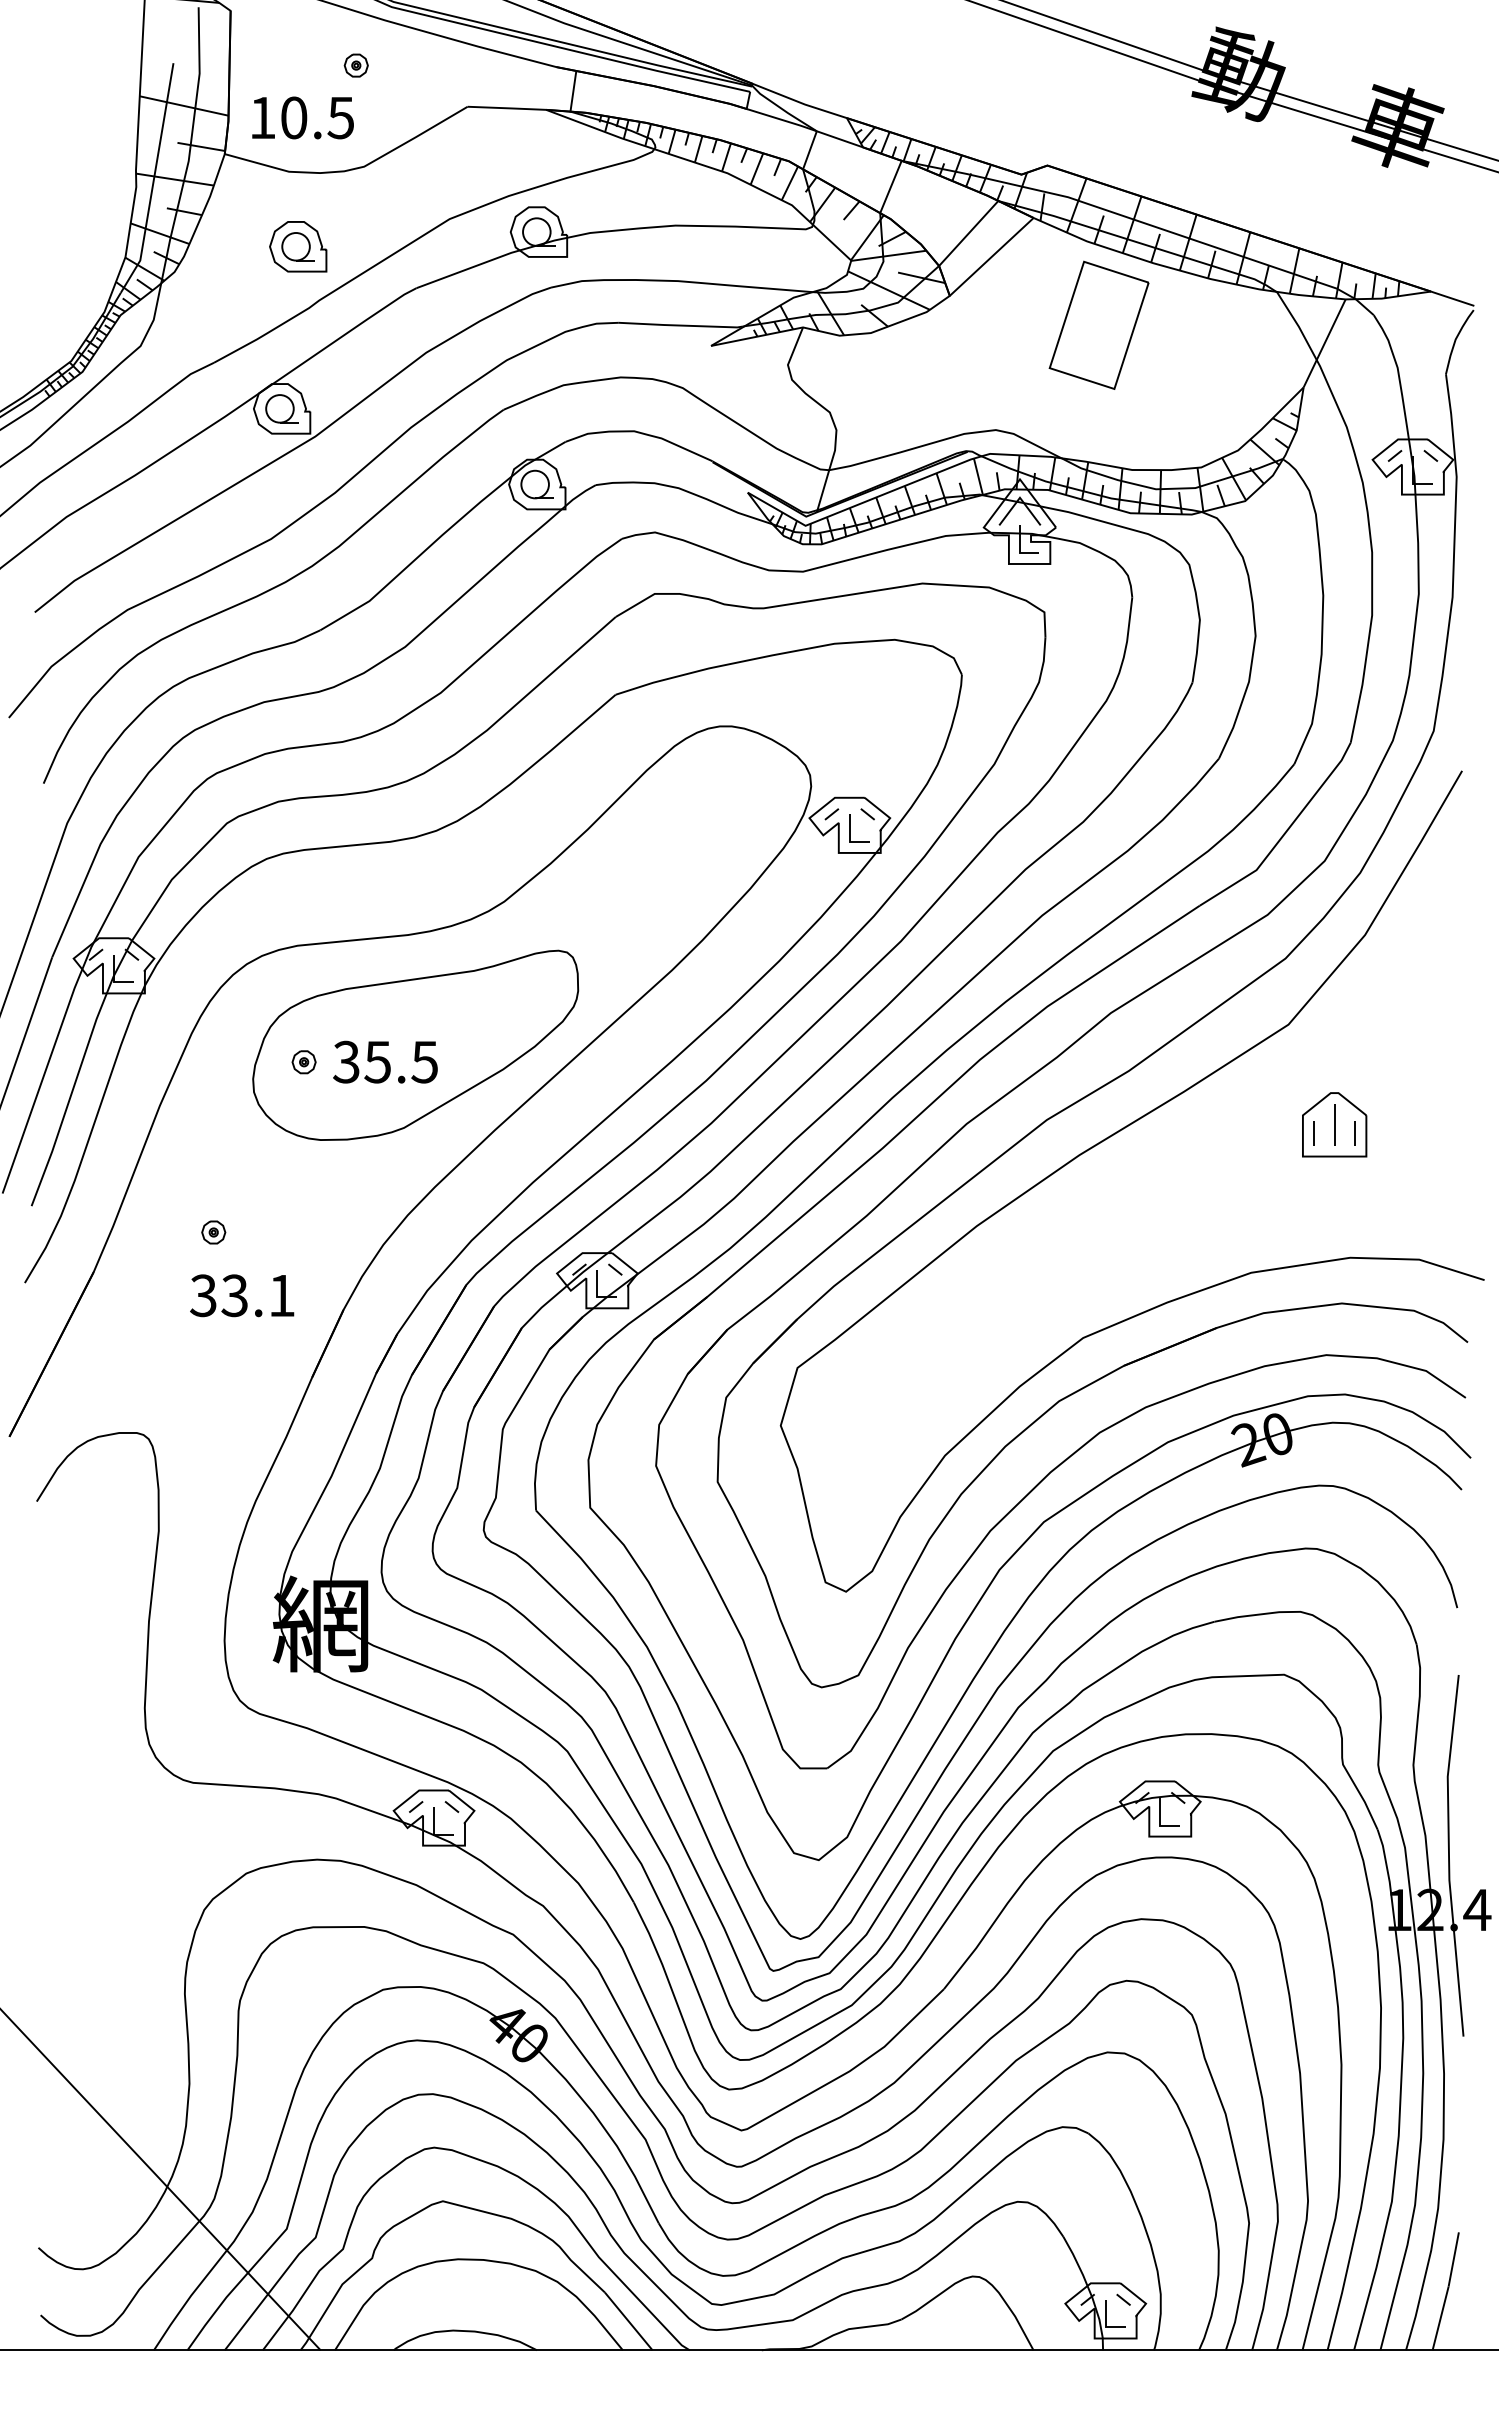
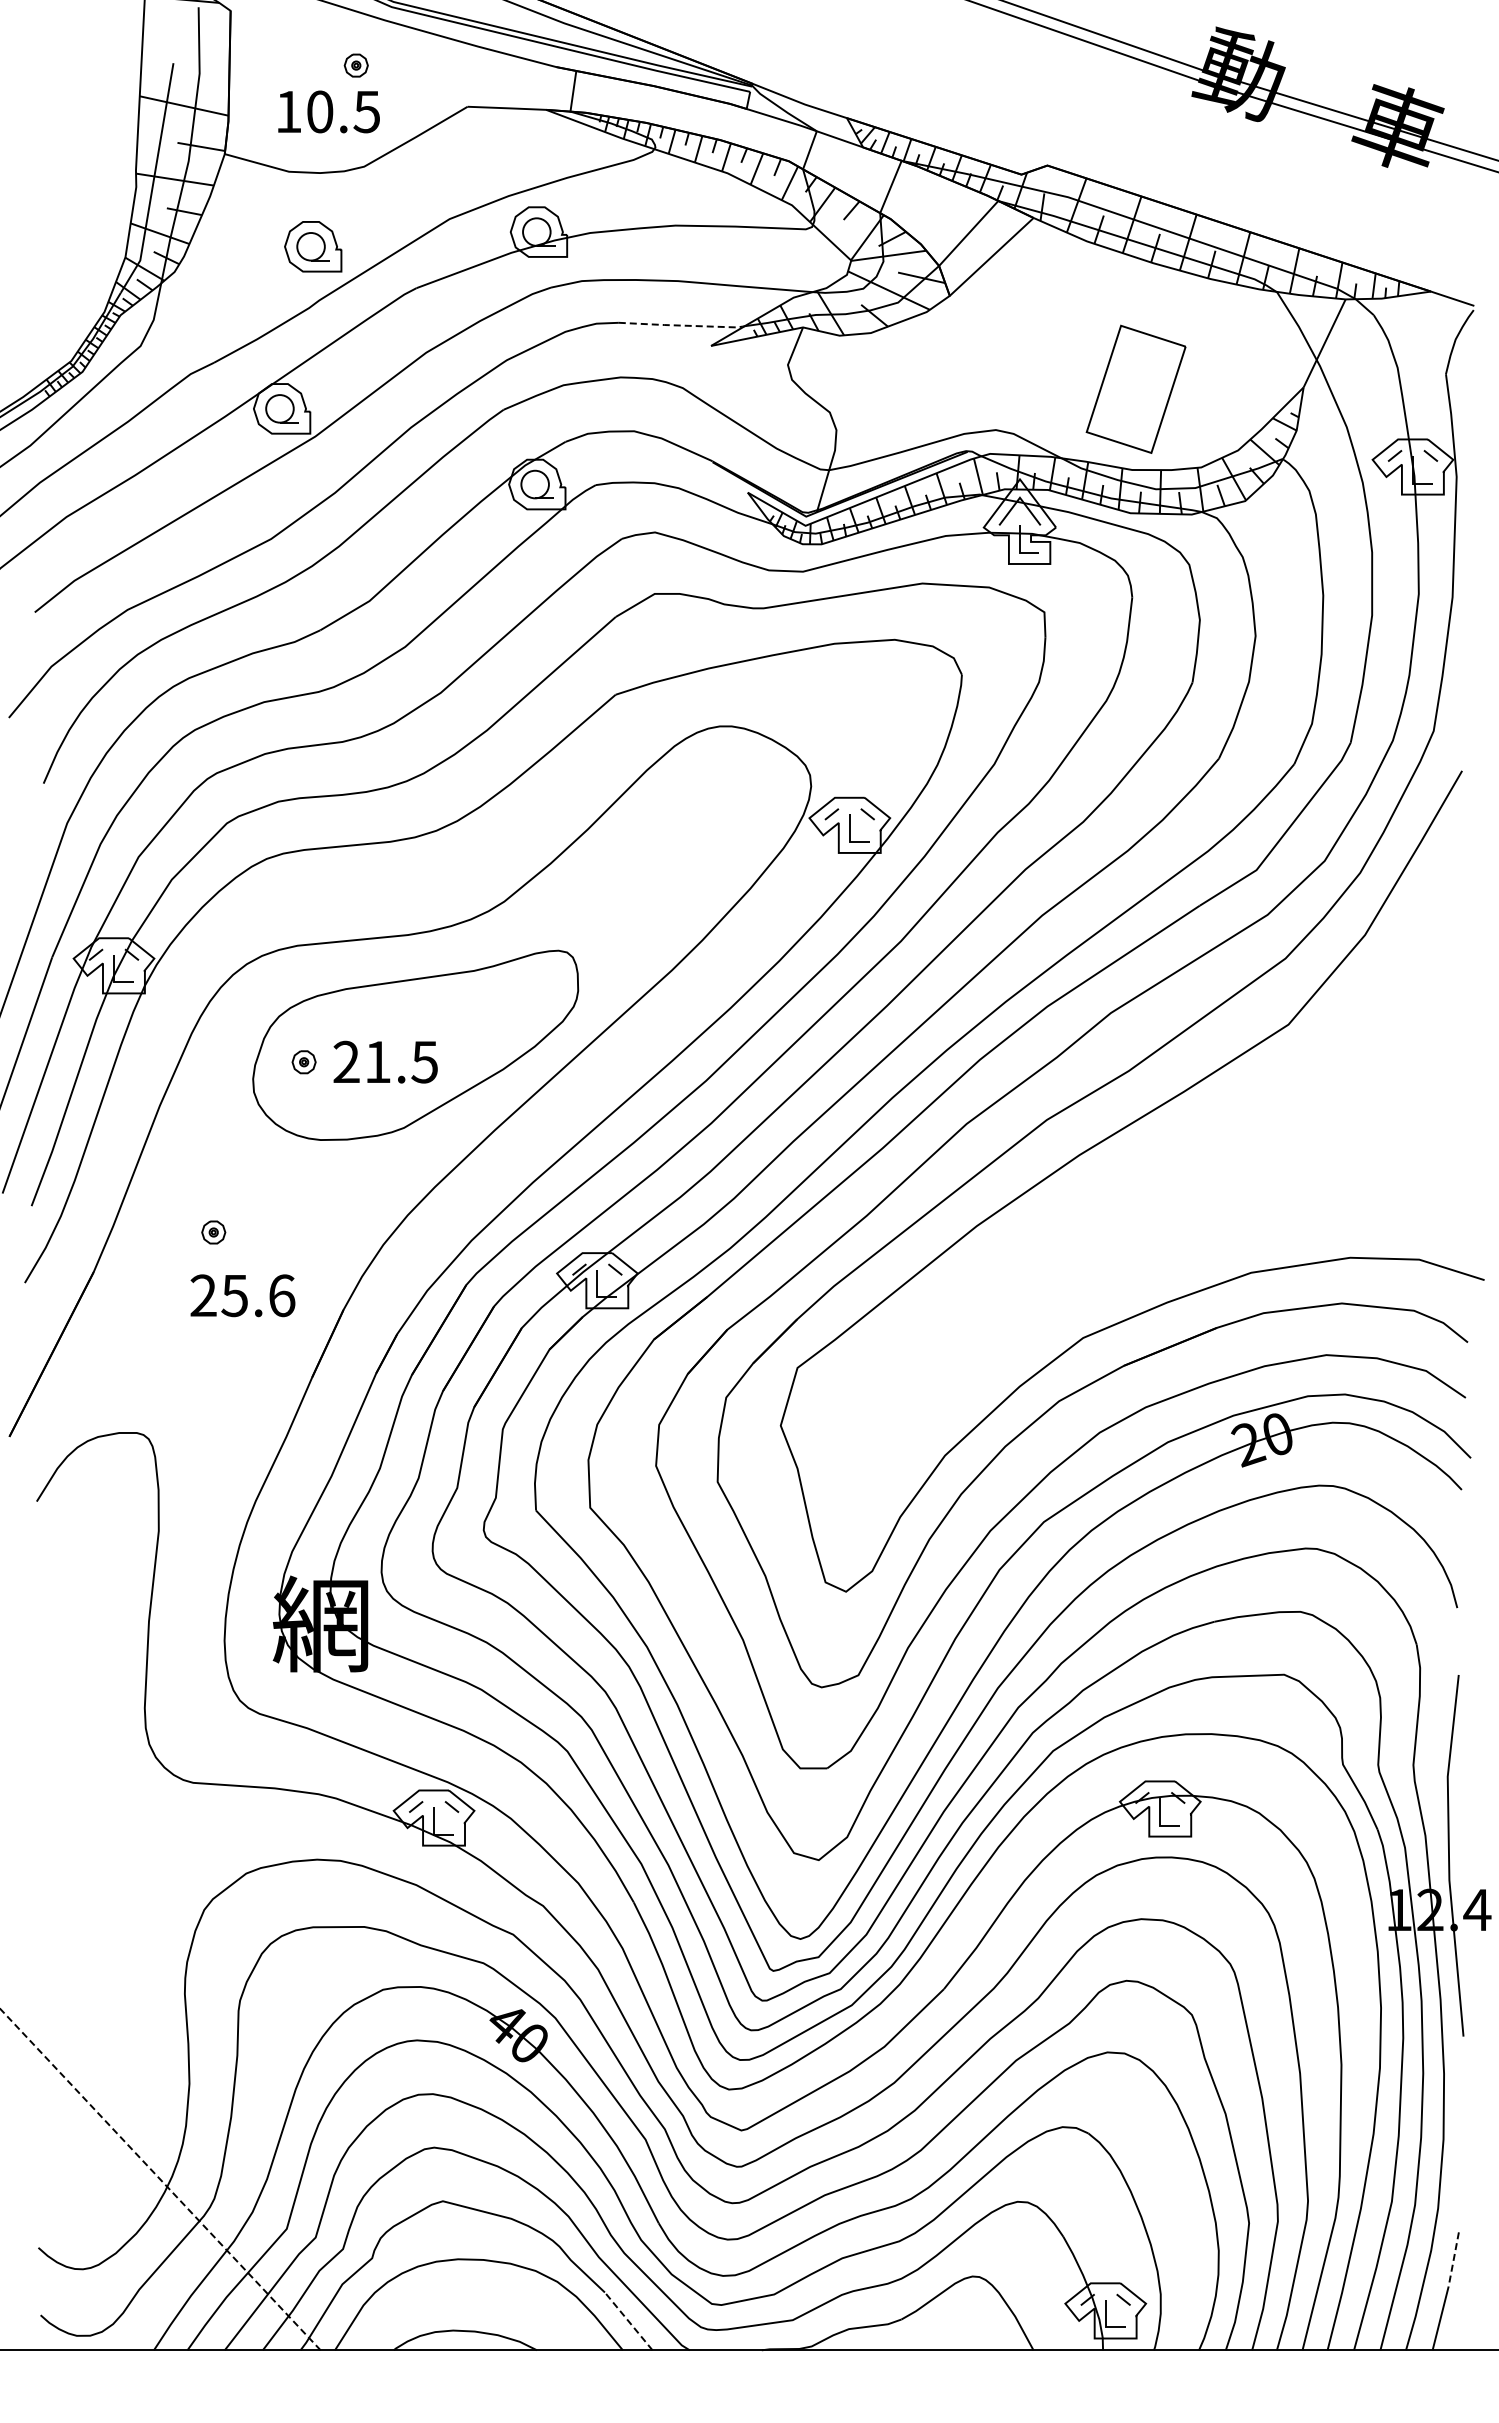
text at (302, 117) position: (302, 117) -> (328, 111)
part at (298, 246) position: (298, 246) -> (313, 246)
part at (1098, 324) position: (1098, 324) -> (1135, 388)
line at (680, 325): solid -> dashed
text at (361, 1062): 35.5 -> 21.5
part at (1334, 1124): present -> none
text at (242, 1295): 33.1 -> 25.6
line at (160, 2179): solid -> dashed
line at (1453, 2259): solid -> dashed
line at (628, 2321): solid -> dashed
